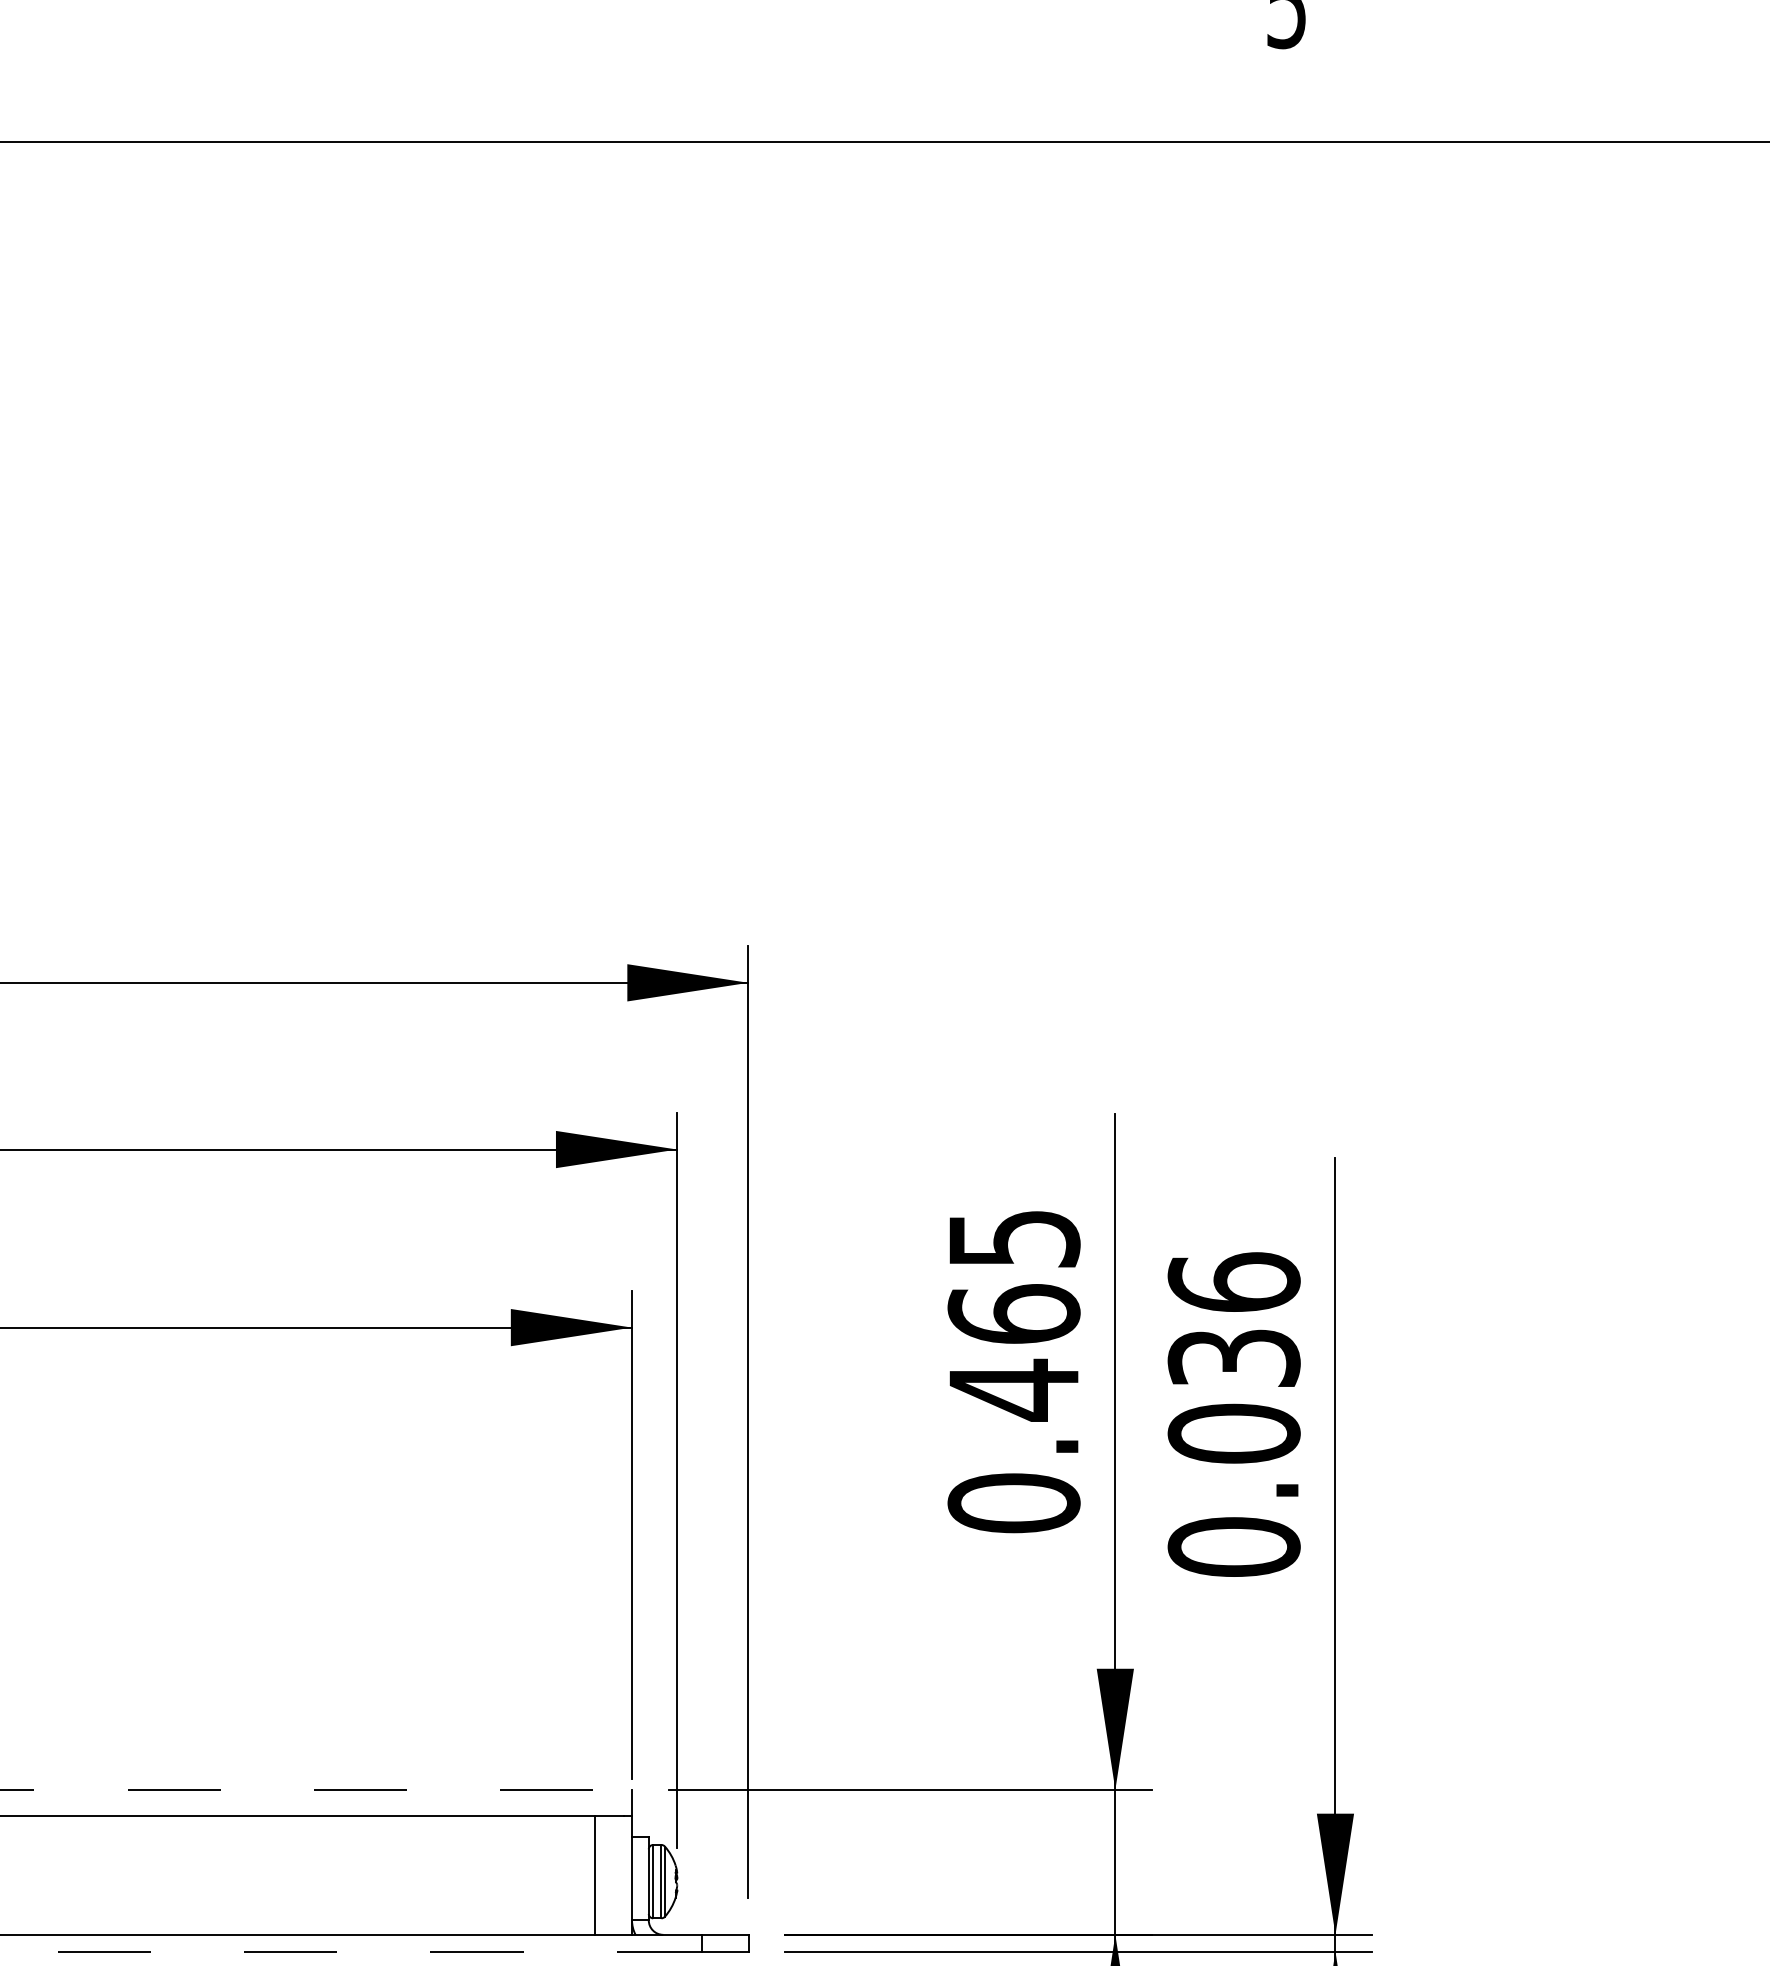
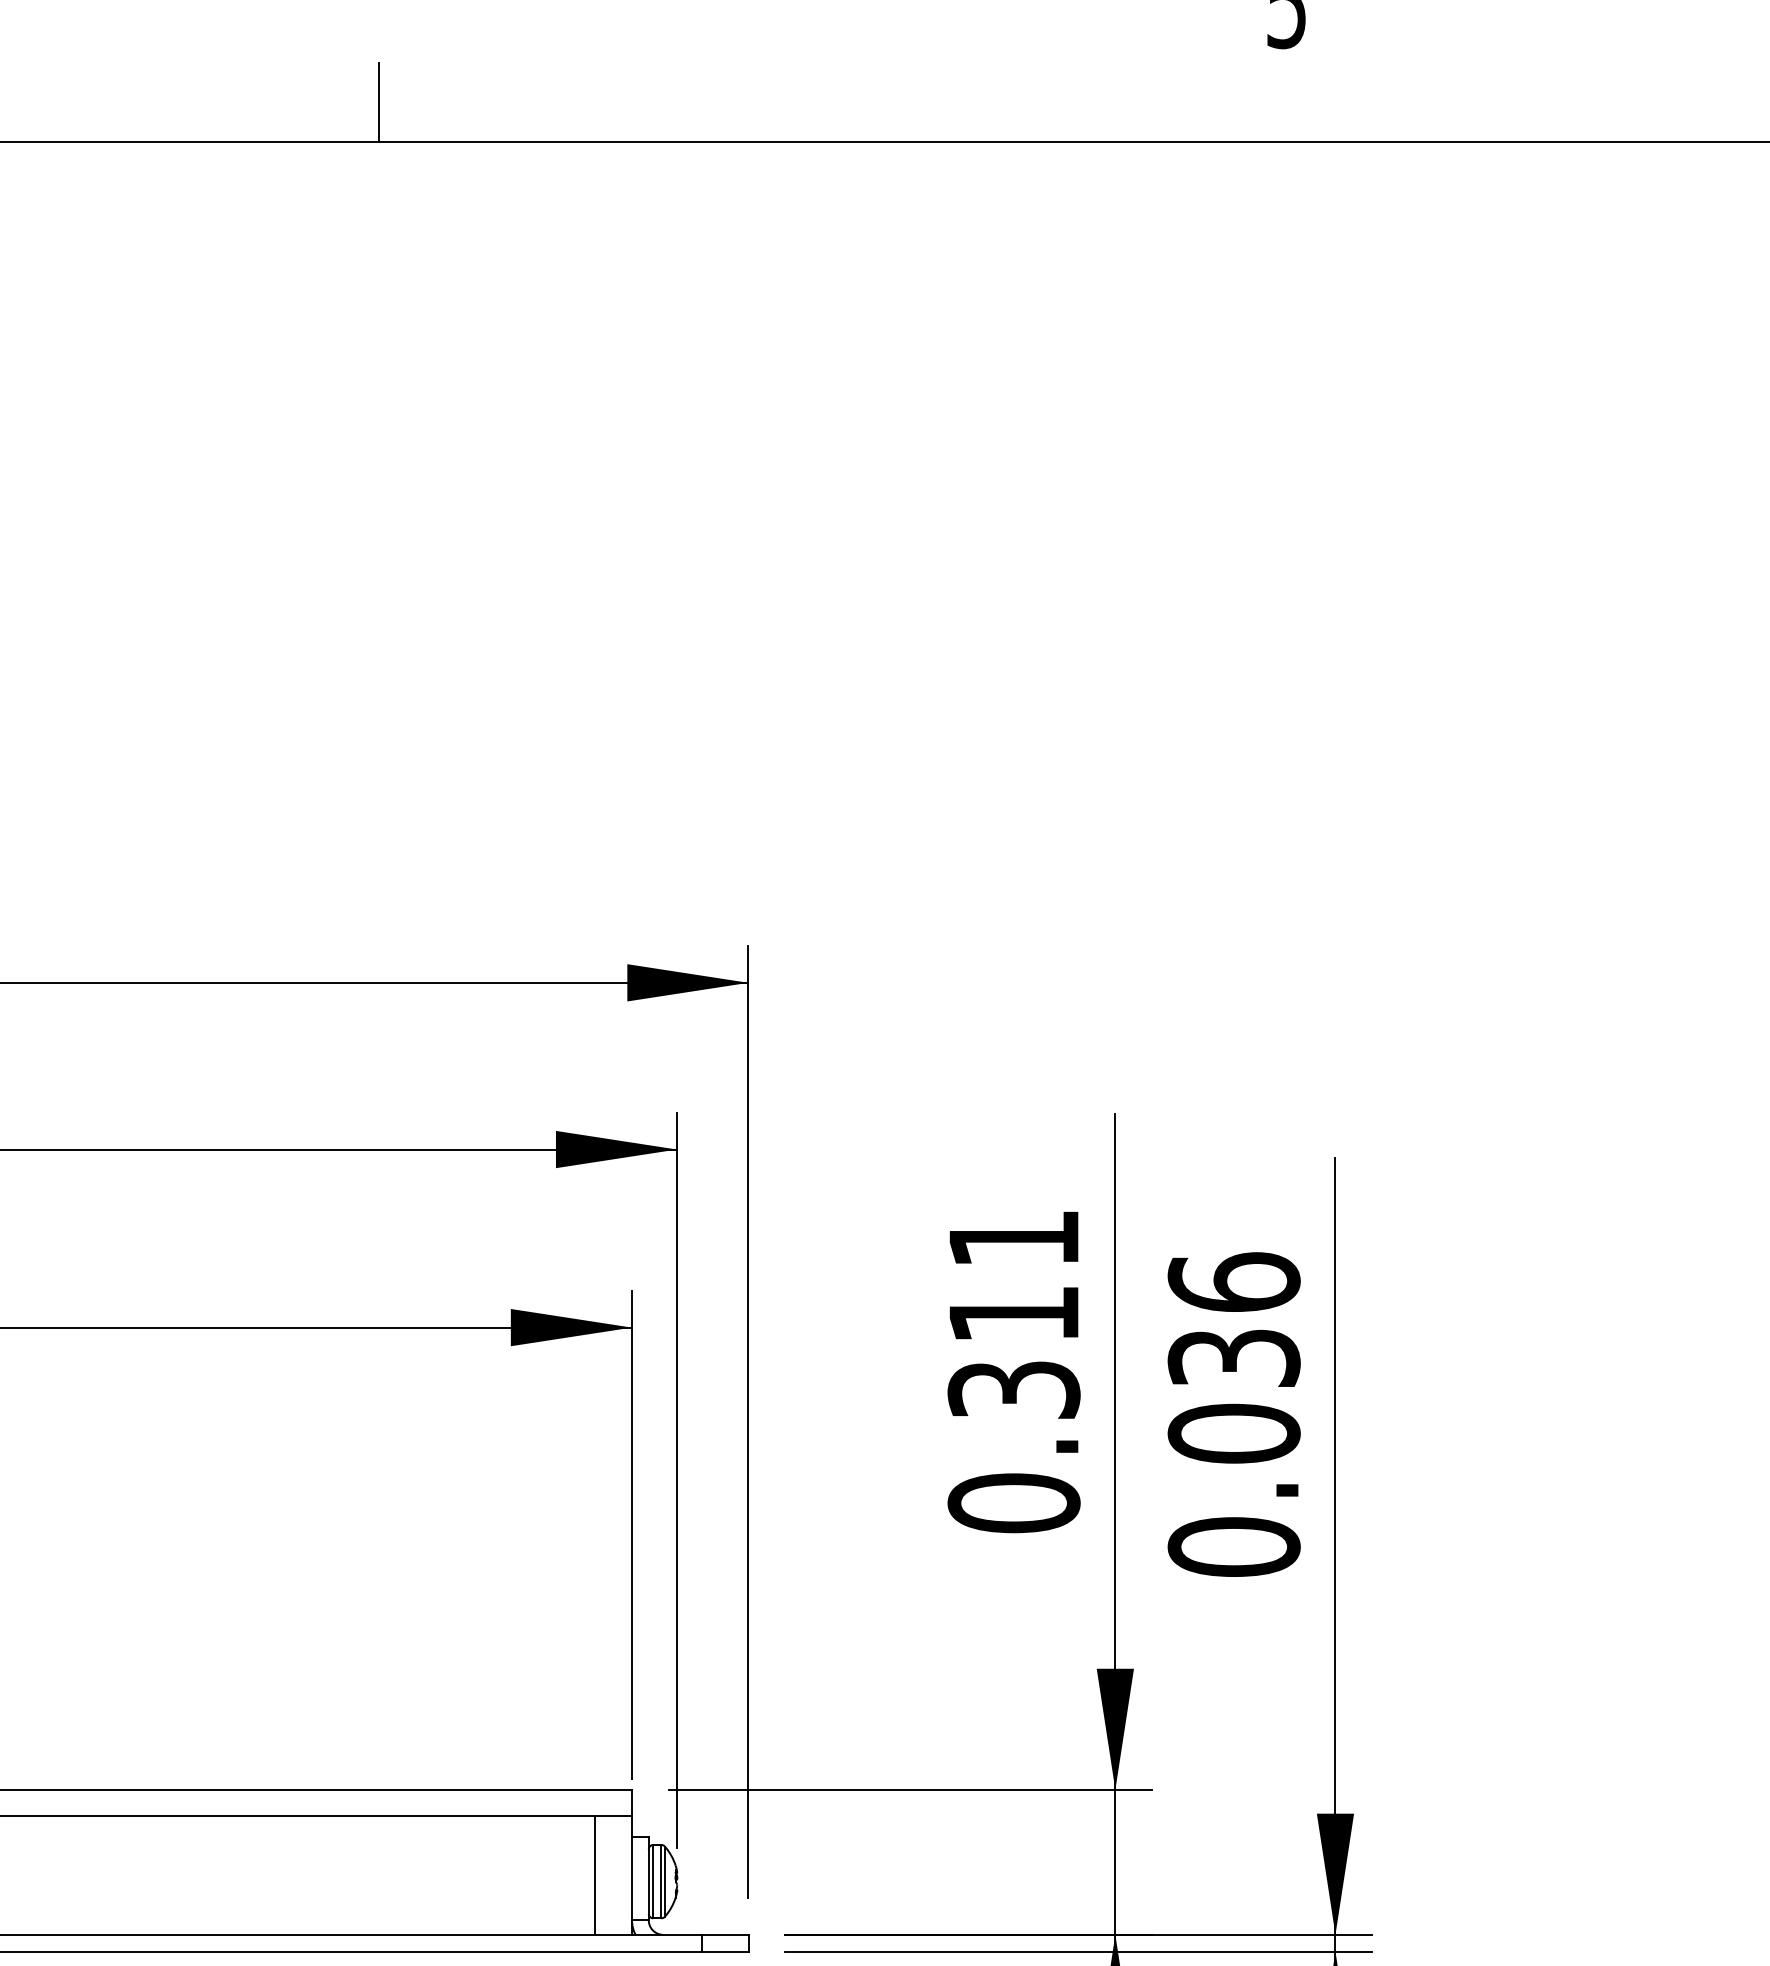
line at (379, 102): none -> present
text at (1013, 1316): 0.465 -> 0.311
line at (316, 1789): dashed -> solid
line at (351, 1951): dashed -> solid
